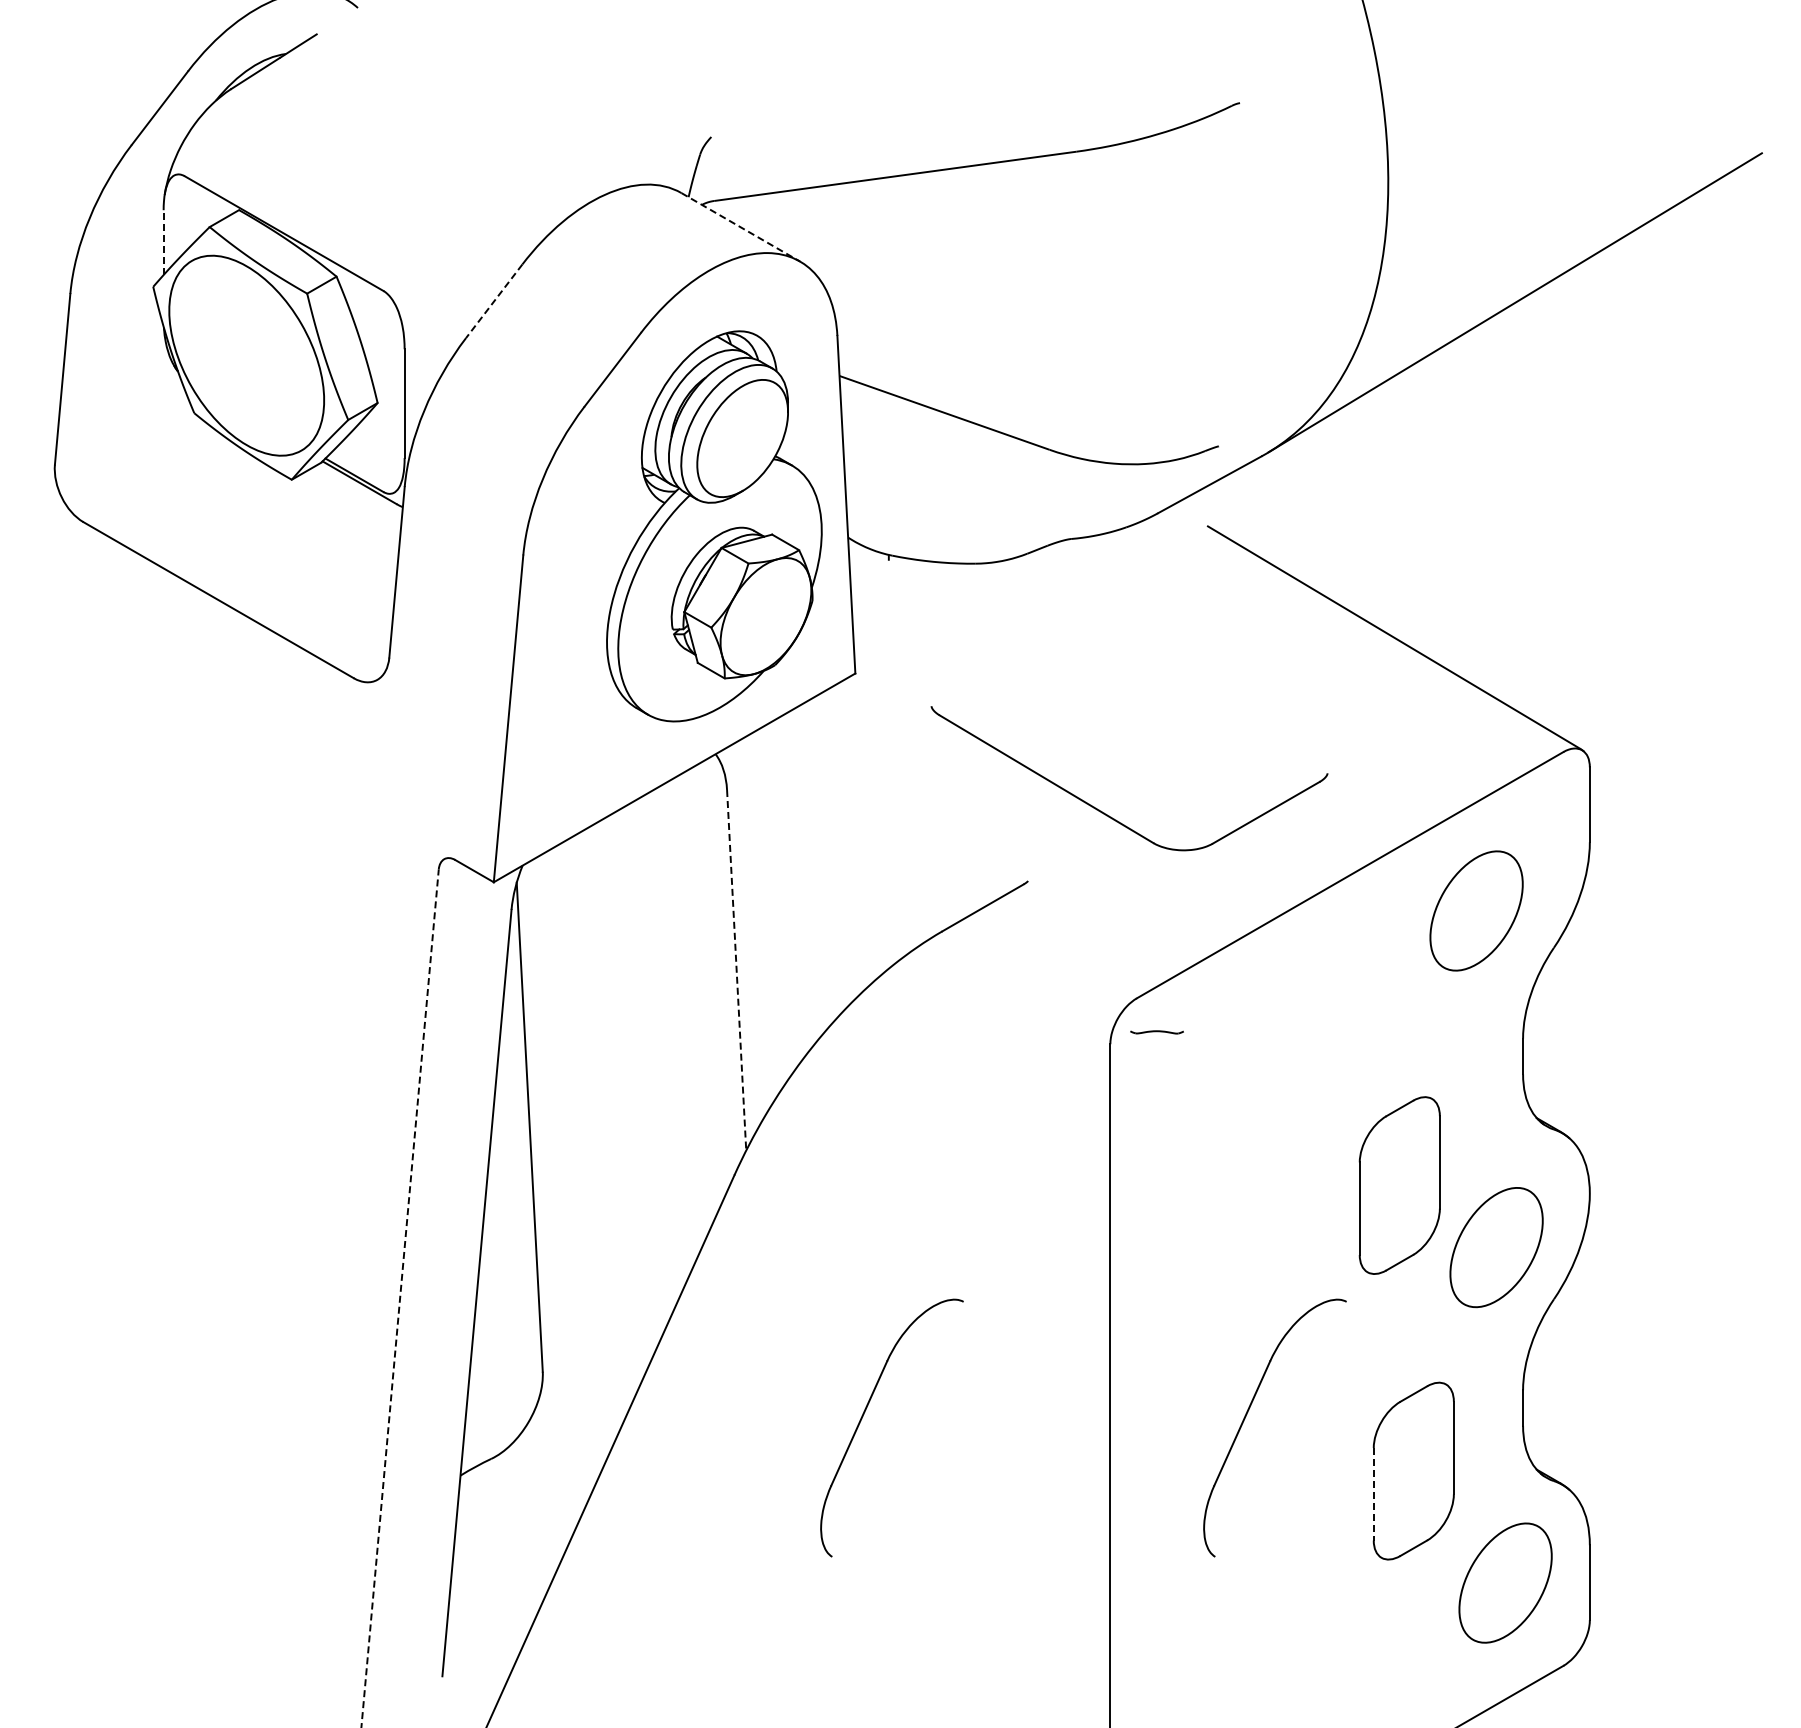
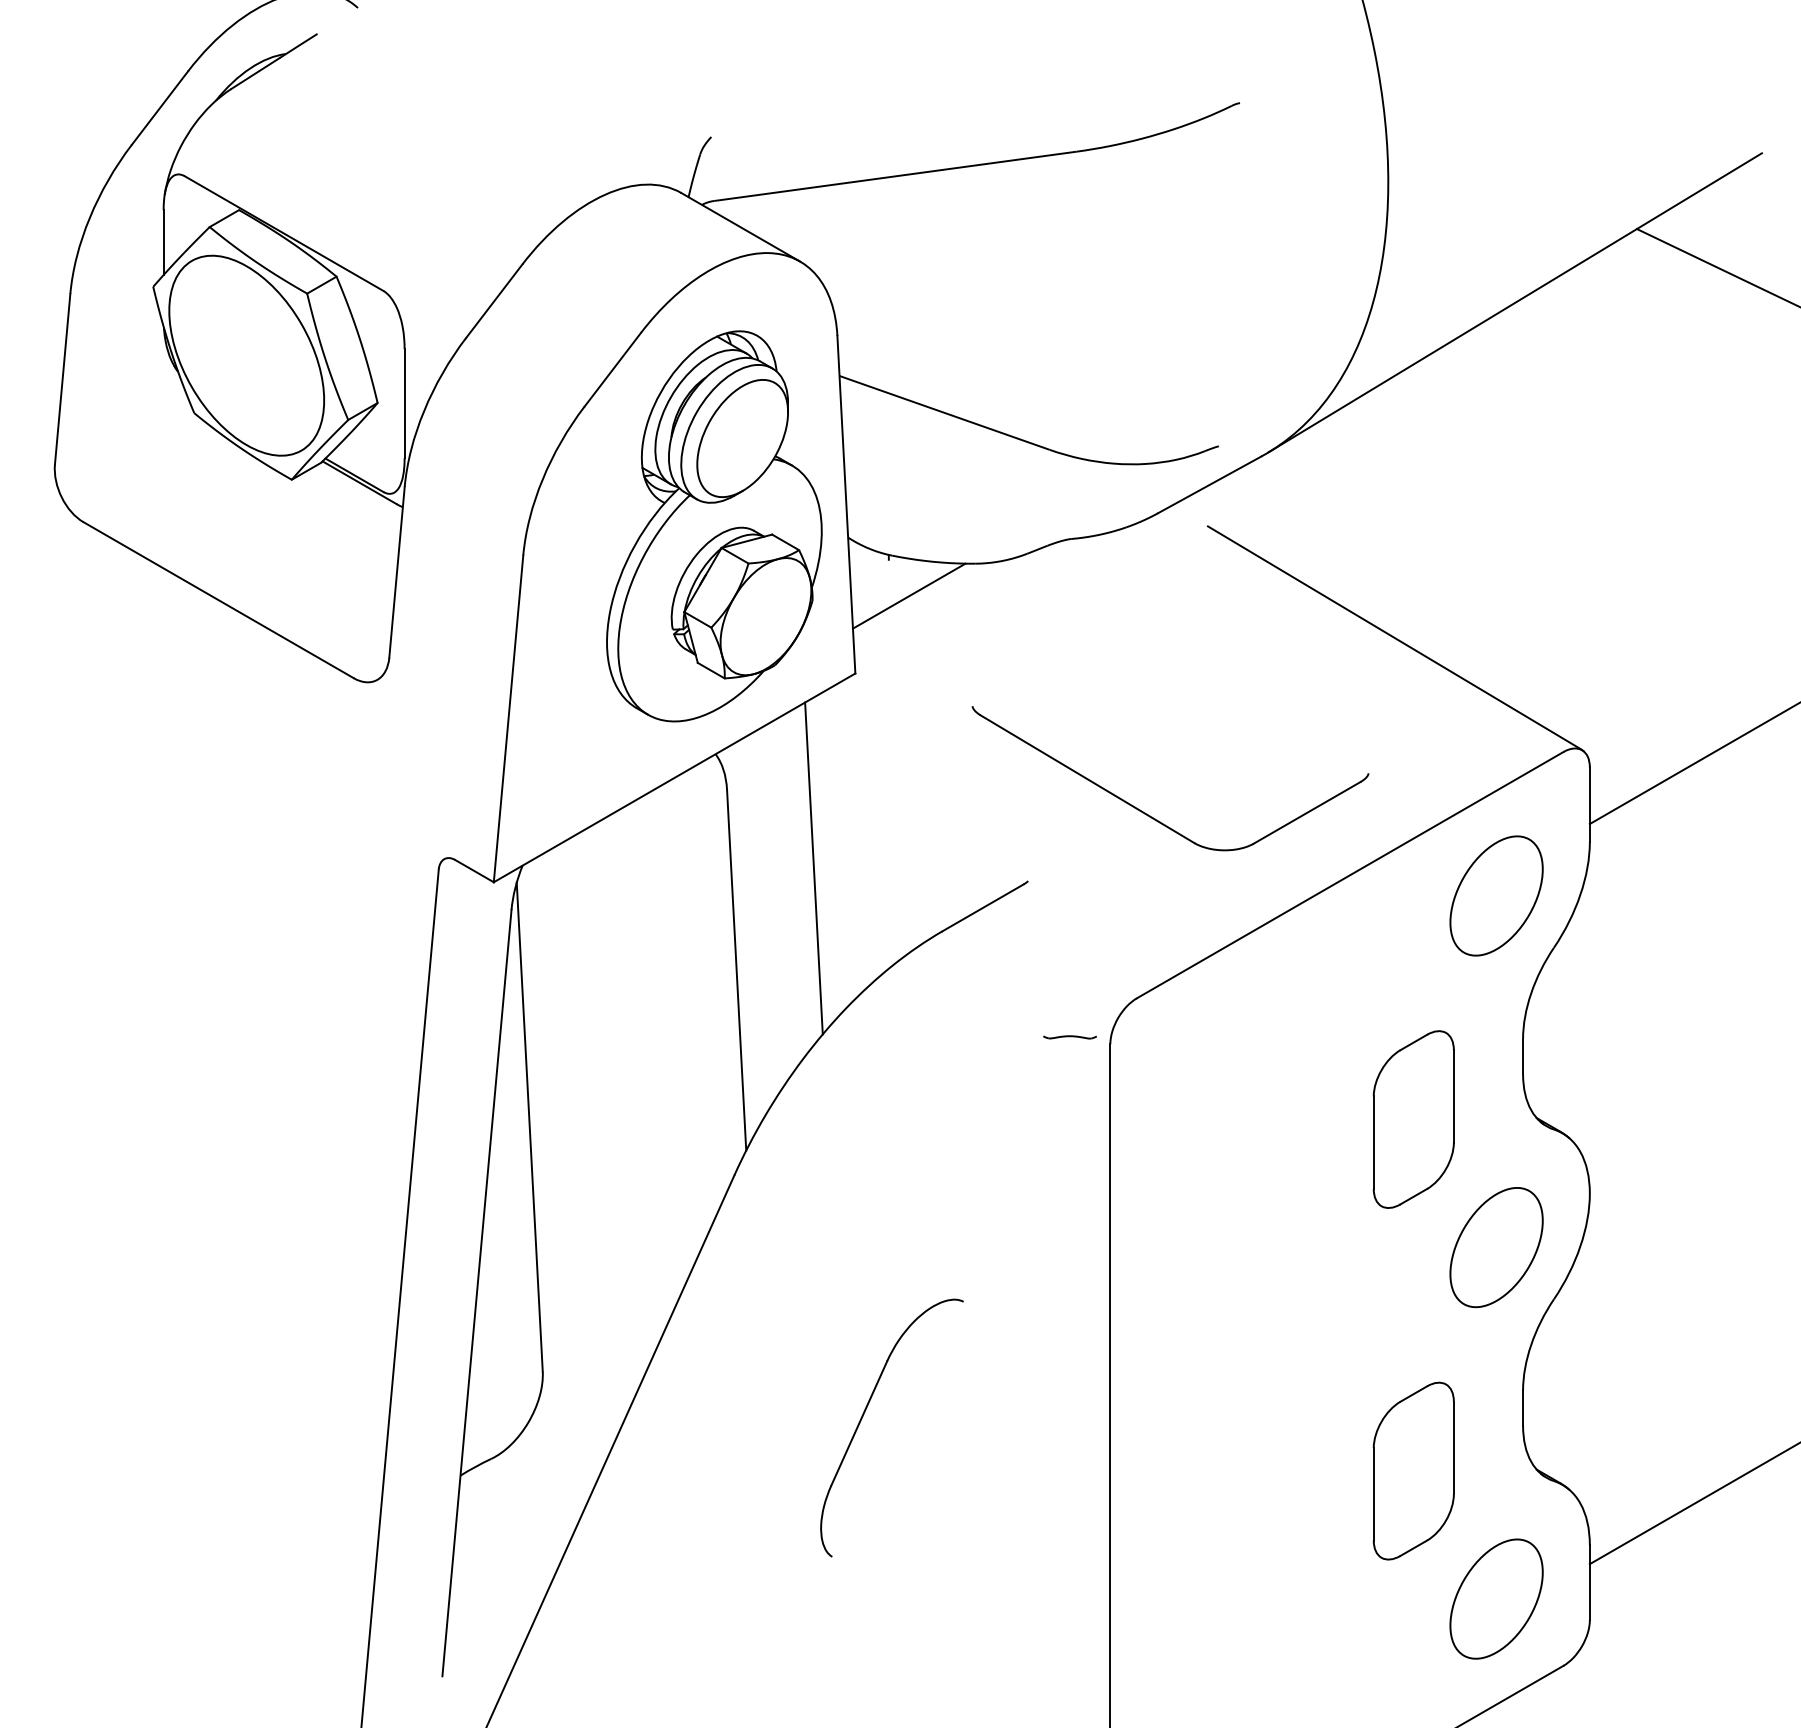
line at (741, 227): dashed -> solid
line at (163, 242): dashed -> solid
line at (1716, 267): none -> present
line at (493, 301): dashed -> solid
line at (908, 595): none -> present
line at (1693, 763): none -> present
part at (1111, 816) position: (1111, 816) -> (1152, 816)
line at (813, 868): none -> present
part at (1476, 910) position: (1476, 910) -> (1496, 895)
line at (736, 970): dashed -> solid
part at (1156, 1032) position: (1156, 1032) -> (1069, 1037)
part at (1399, 1185) position: (1399, 1185) -> (1413, 1119)
line at (400, 1298): dashed -> solid
part at (1247, 1414): present -> none
line at (1373, 1494): dashed -> solid
line at (1693, 1504): none -> present
part at (1505, 1582) position: (1505, 1582) -> (1496, 1598)
